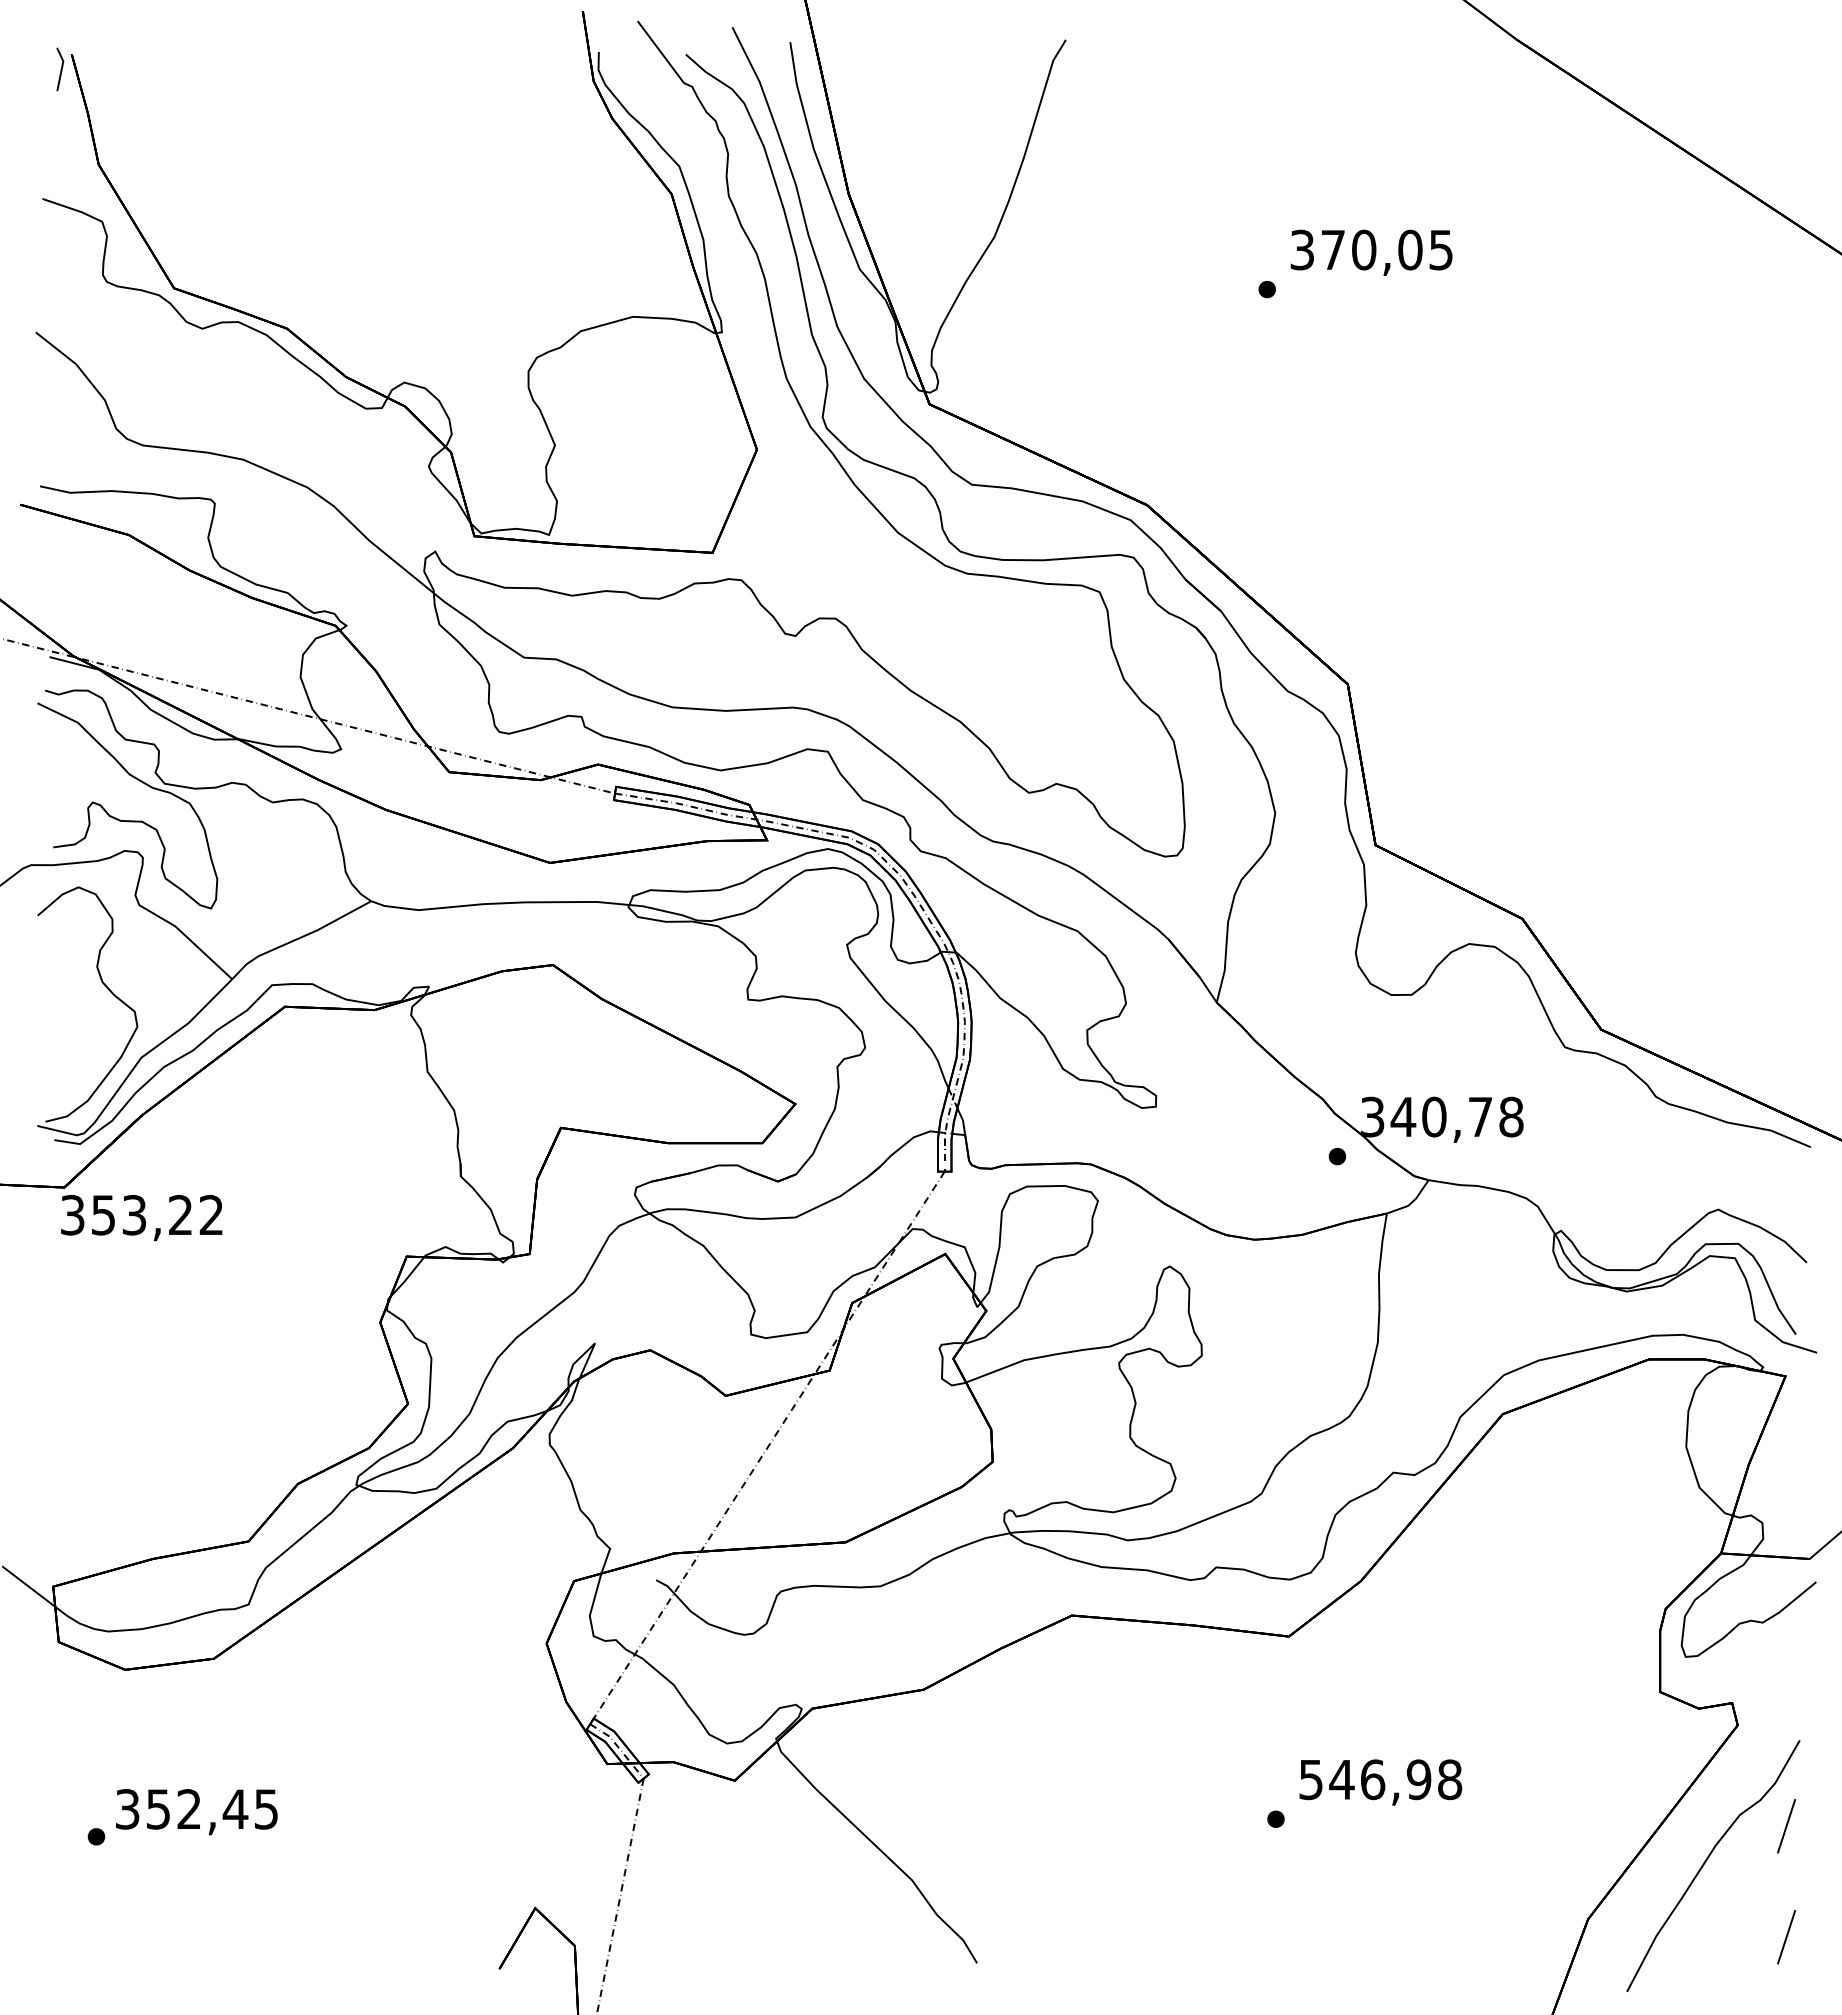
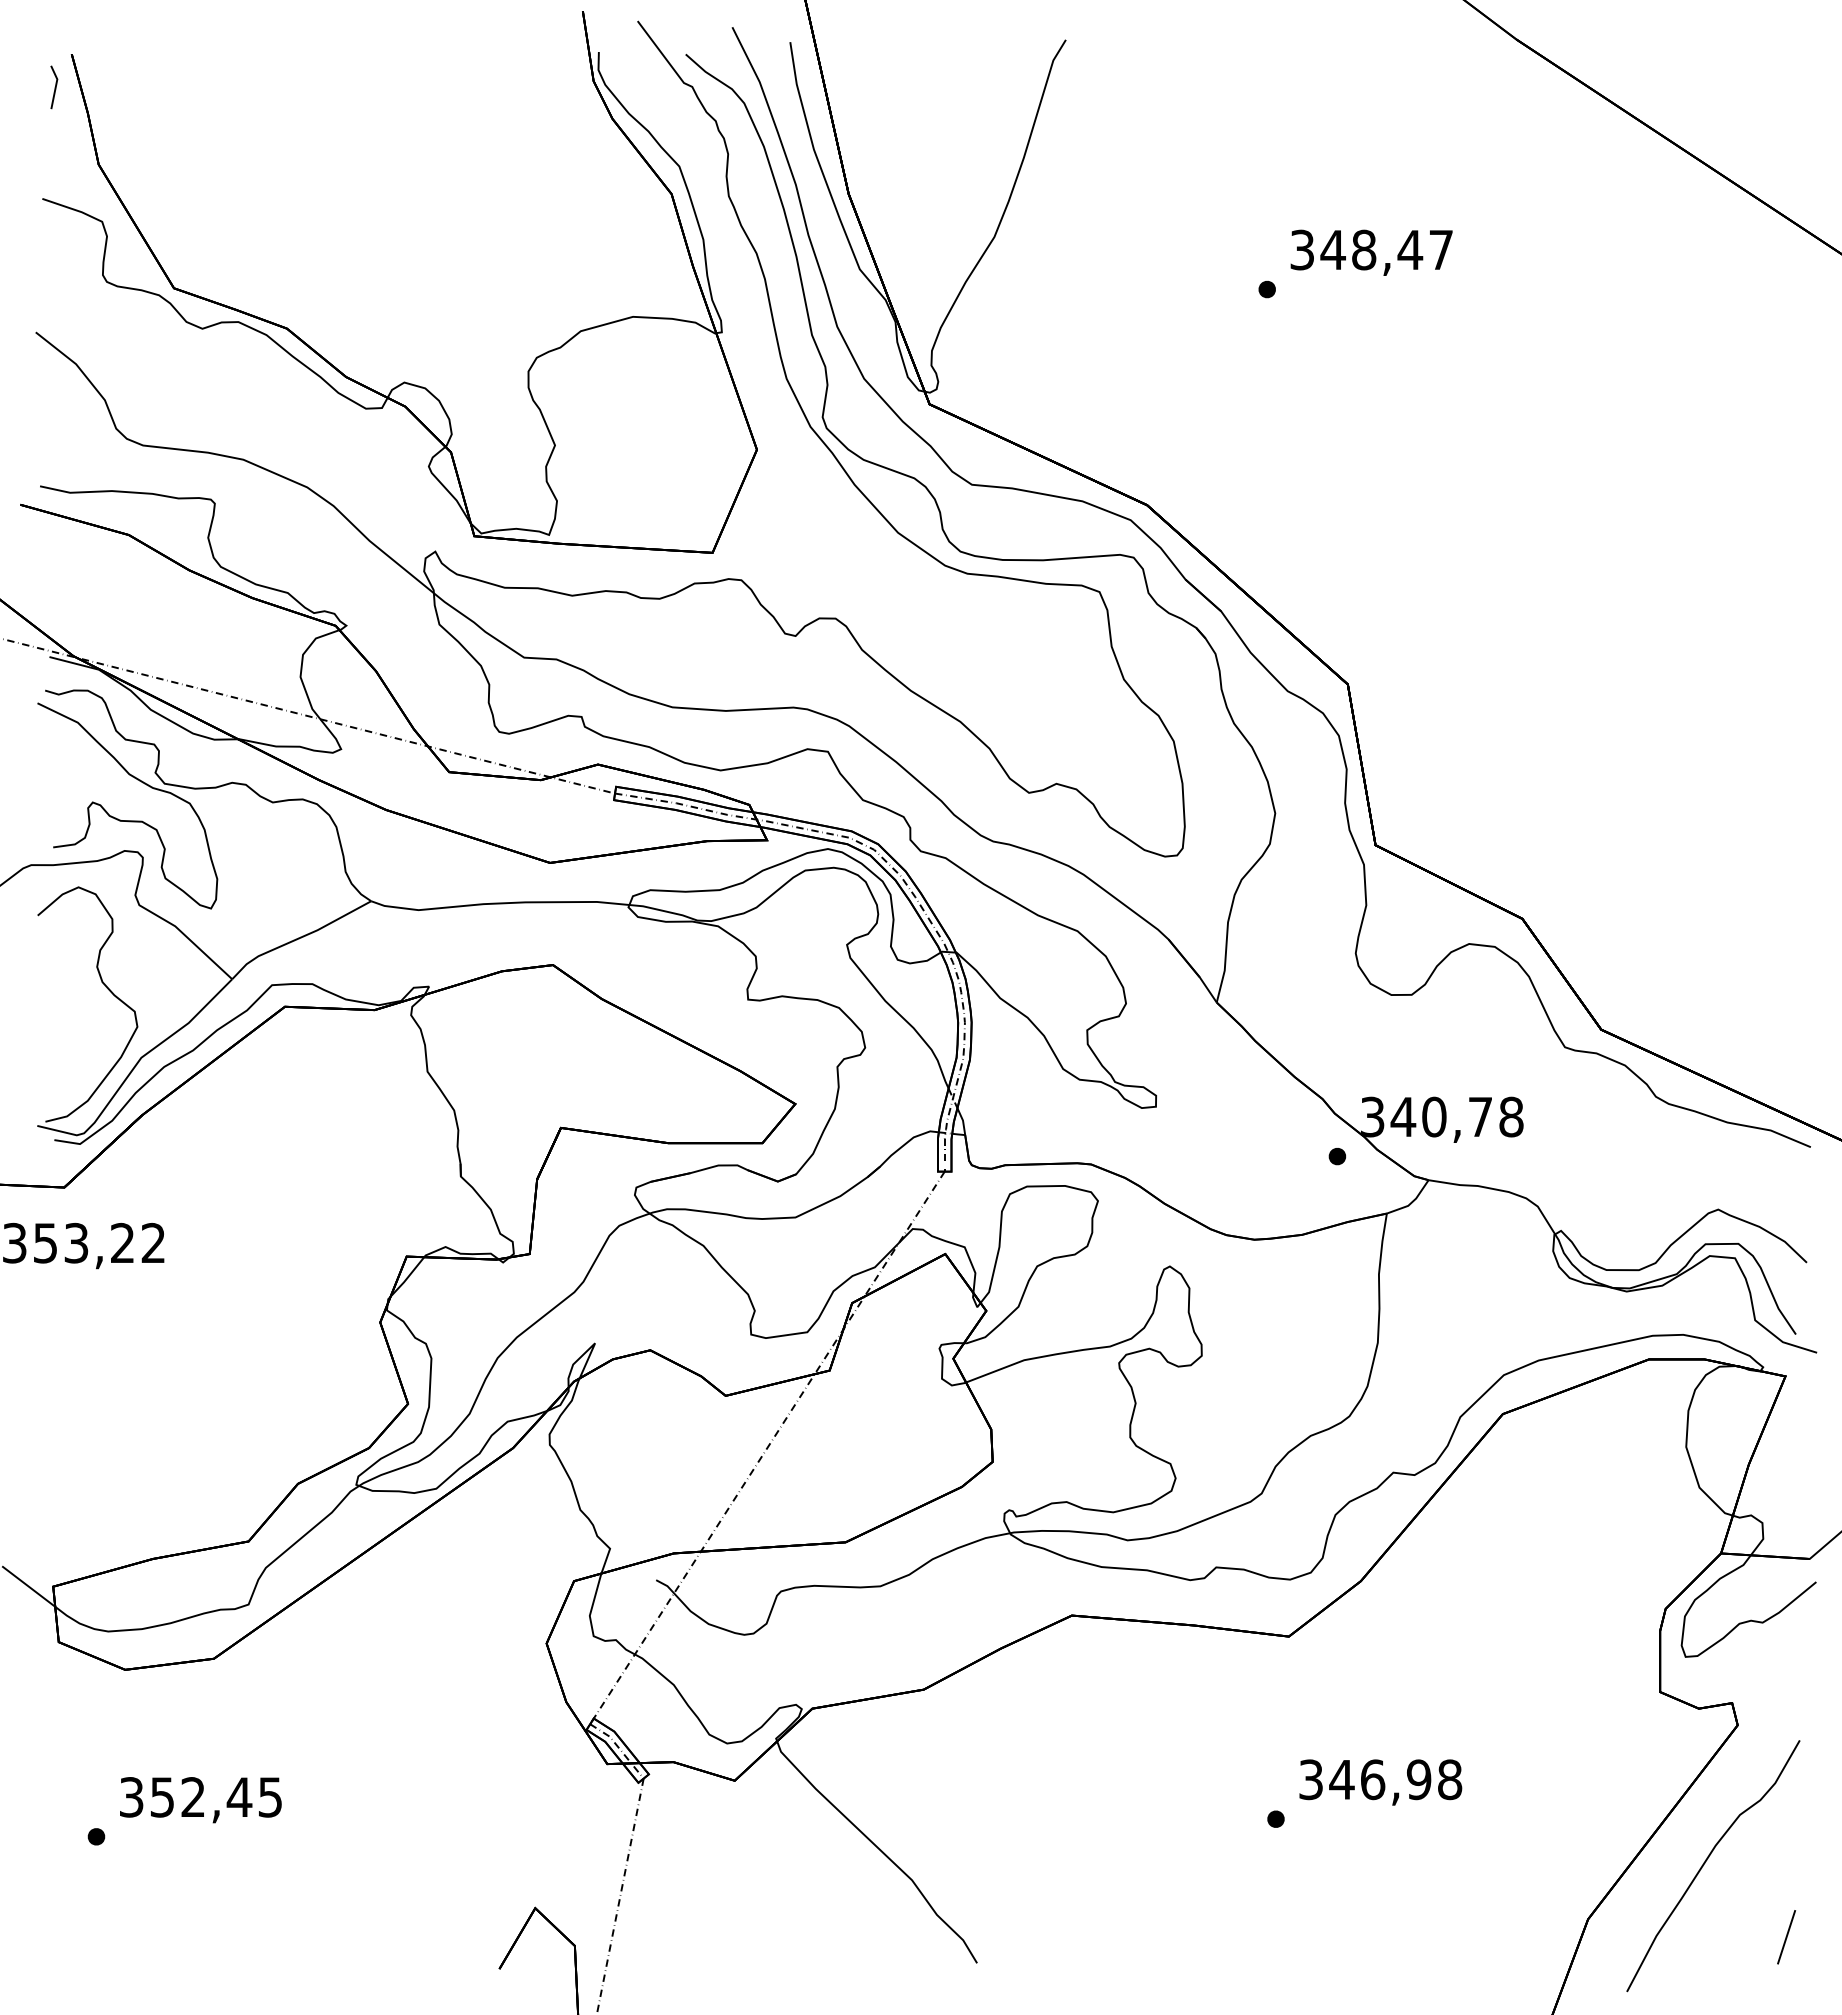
line at (60, 69) position: (60, 69) -> (54, 87)
text at (1386, 249): 370,05 -> 348,47
text at (141, 1218) position: (141, 1218) -> (83, 1246)
text at (1311, 1779): 546,98 -> 346,98
text at (196, 1812) position: (196, 1812) -> (200, 1800)
line at (1786, 1826): present -> none
